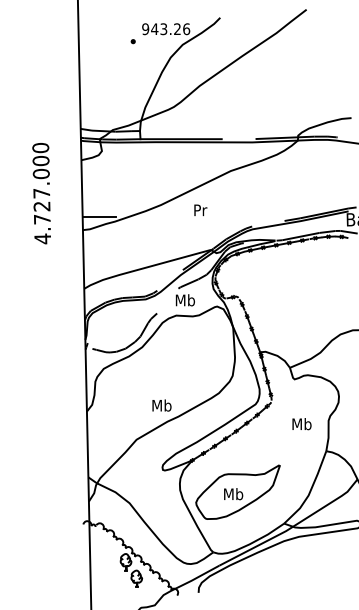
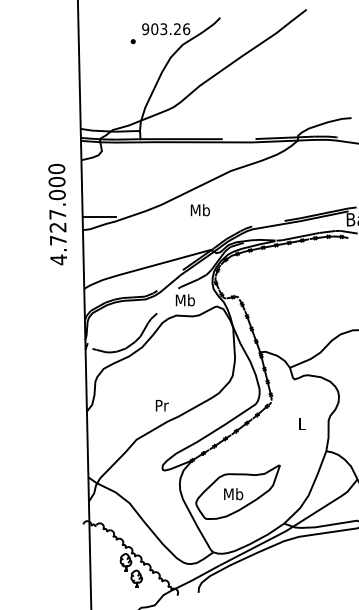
text at (154, 29): 943.26 -> 903.26
text at (41, 193) position: (41, 193) -> (57, 214)
text at (199, 210): Pr -> Mb
text at (161, 405): Mb -> Pr
text at (301, 424): Mb -> L
